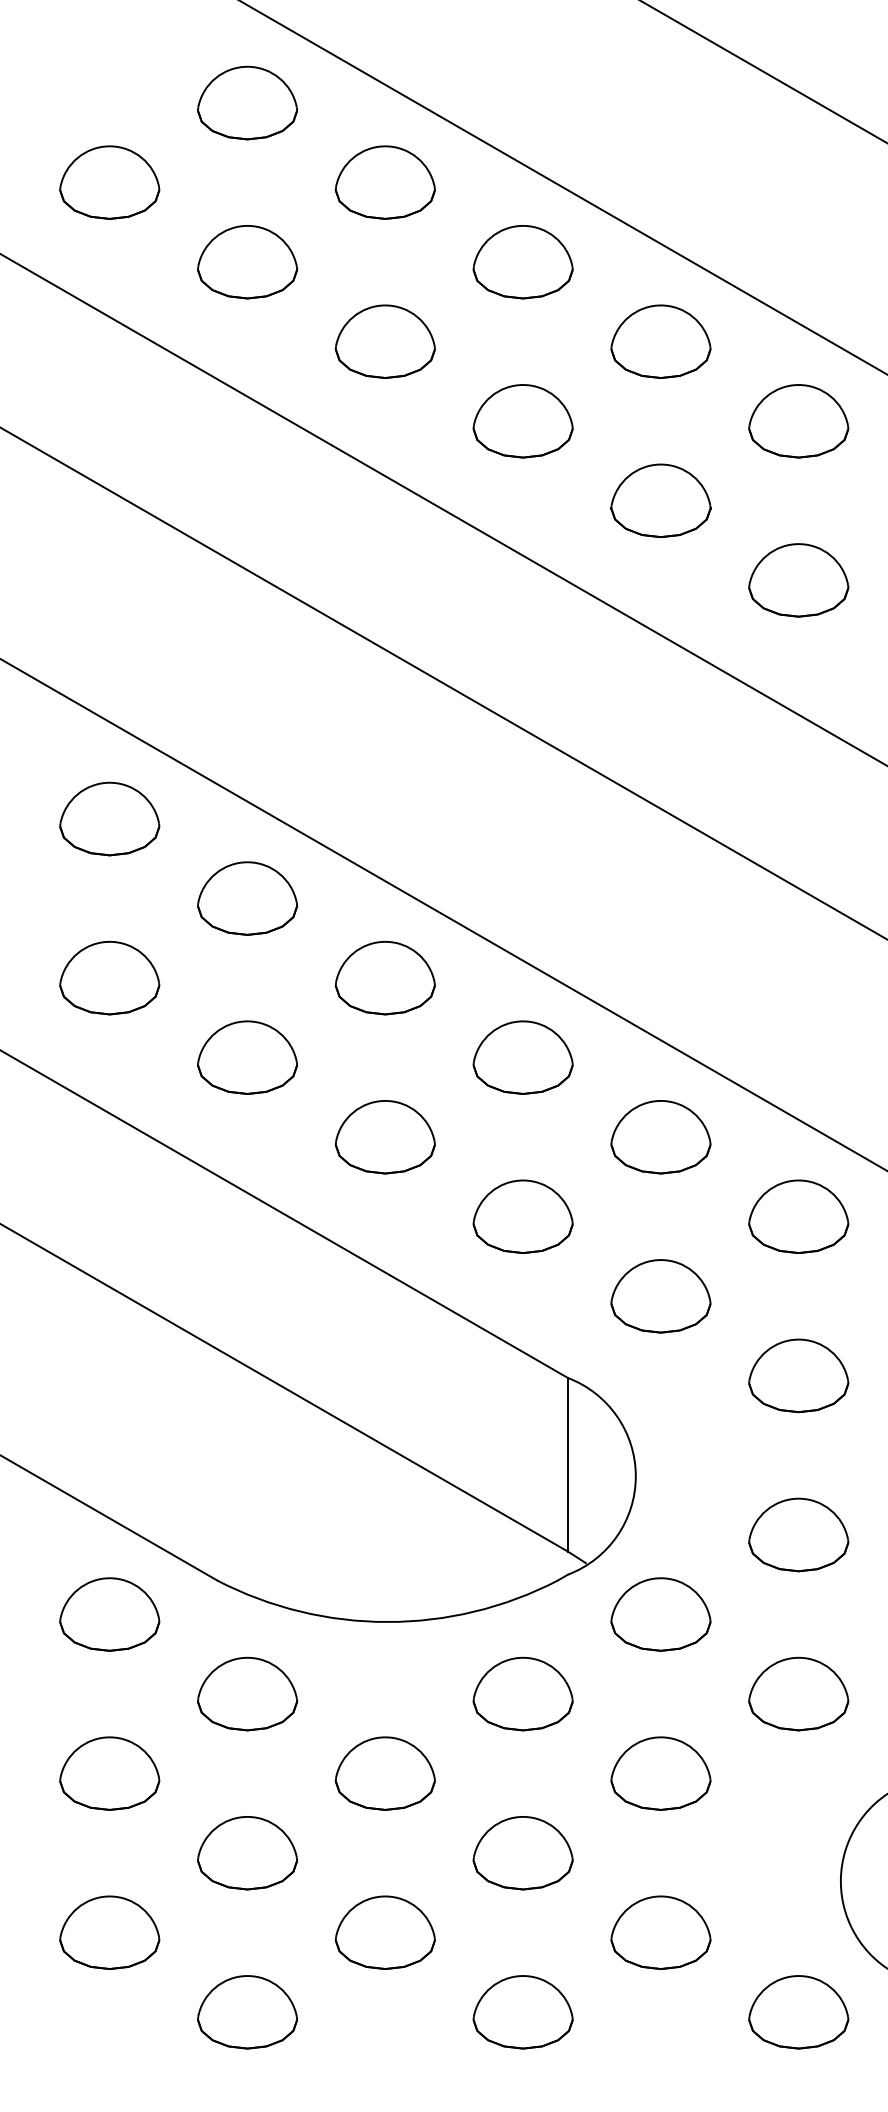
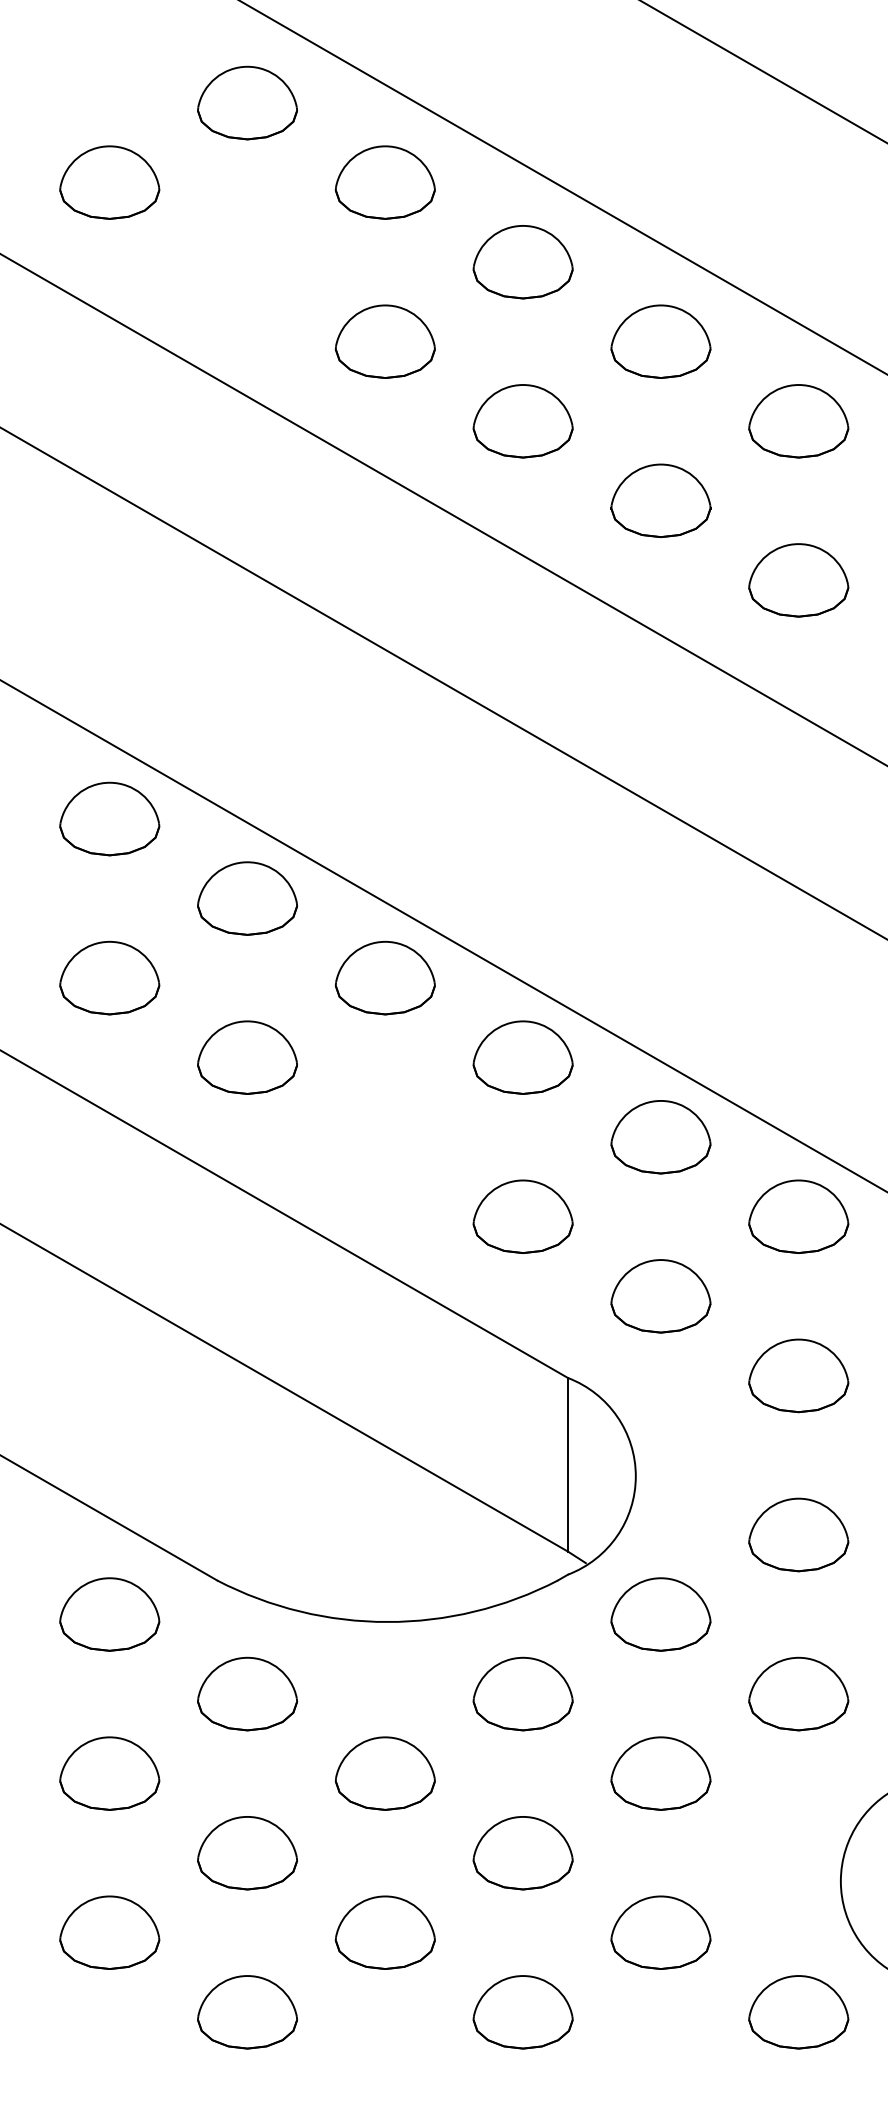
part at (247, 262): present -> none
line at (443, 914) position: (443, 914) -> (443, 935)
part at (384, 1137): present -> none
